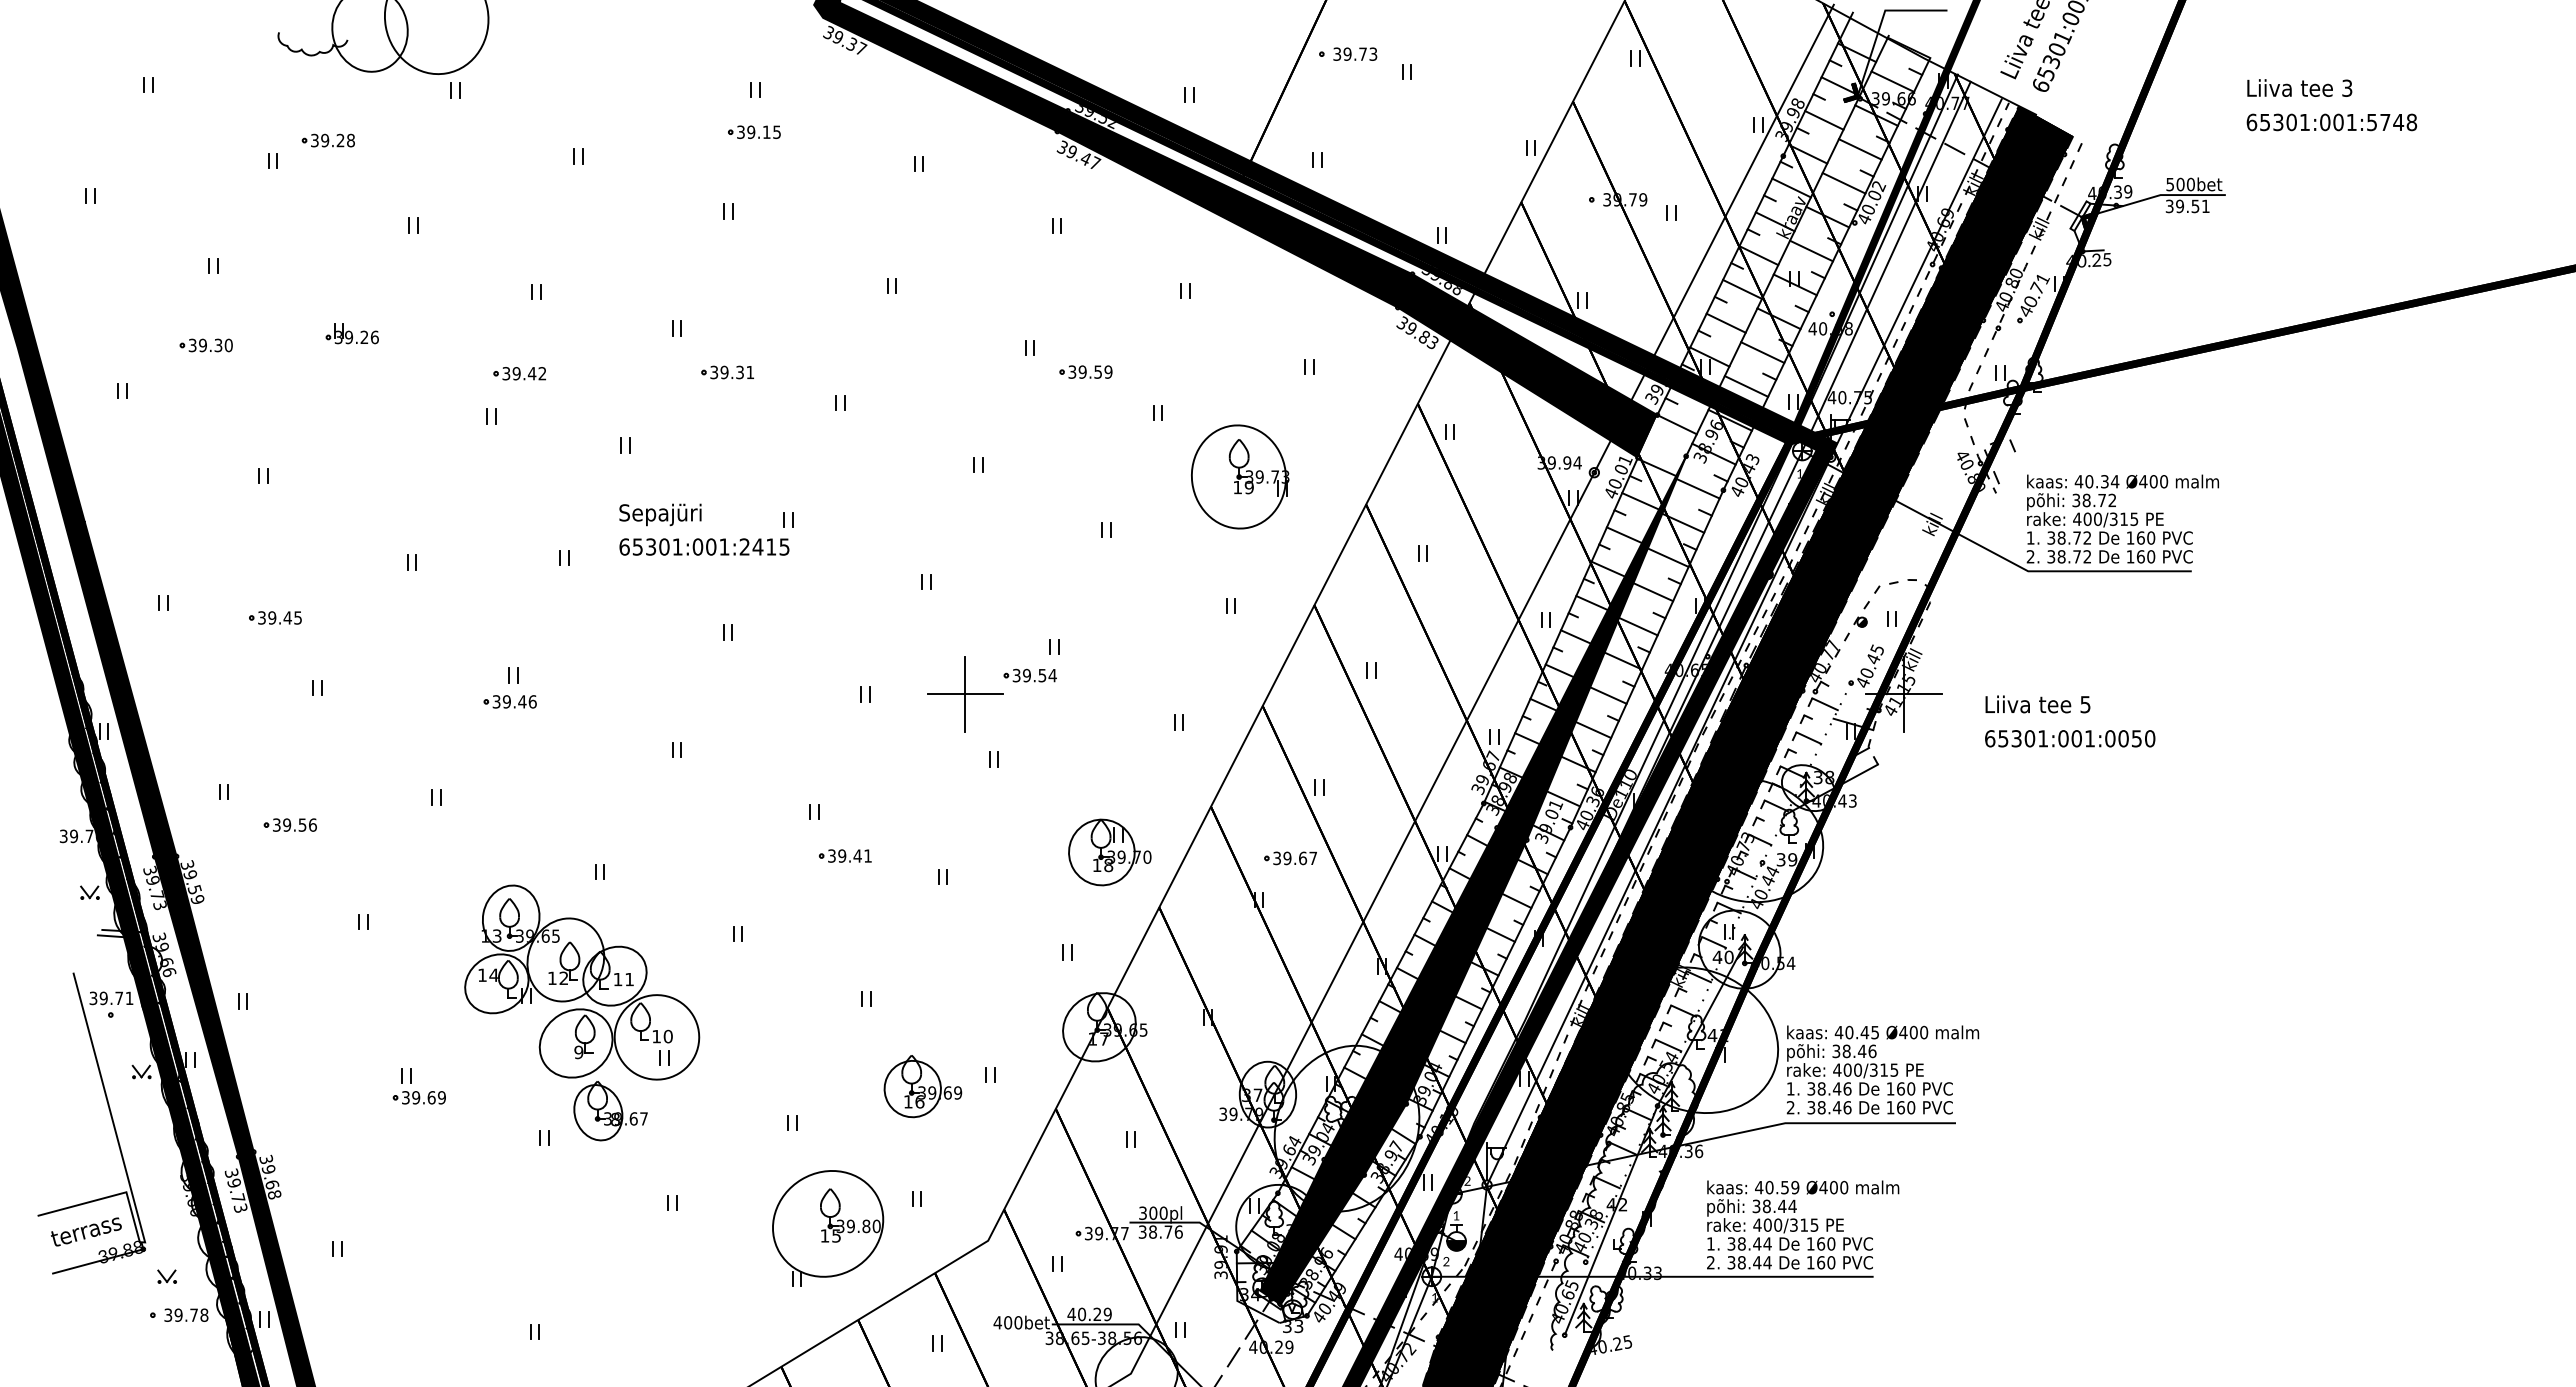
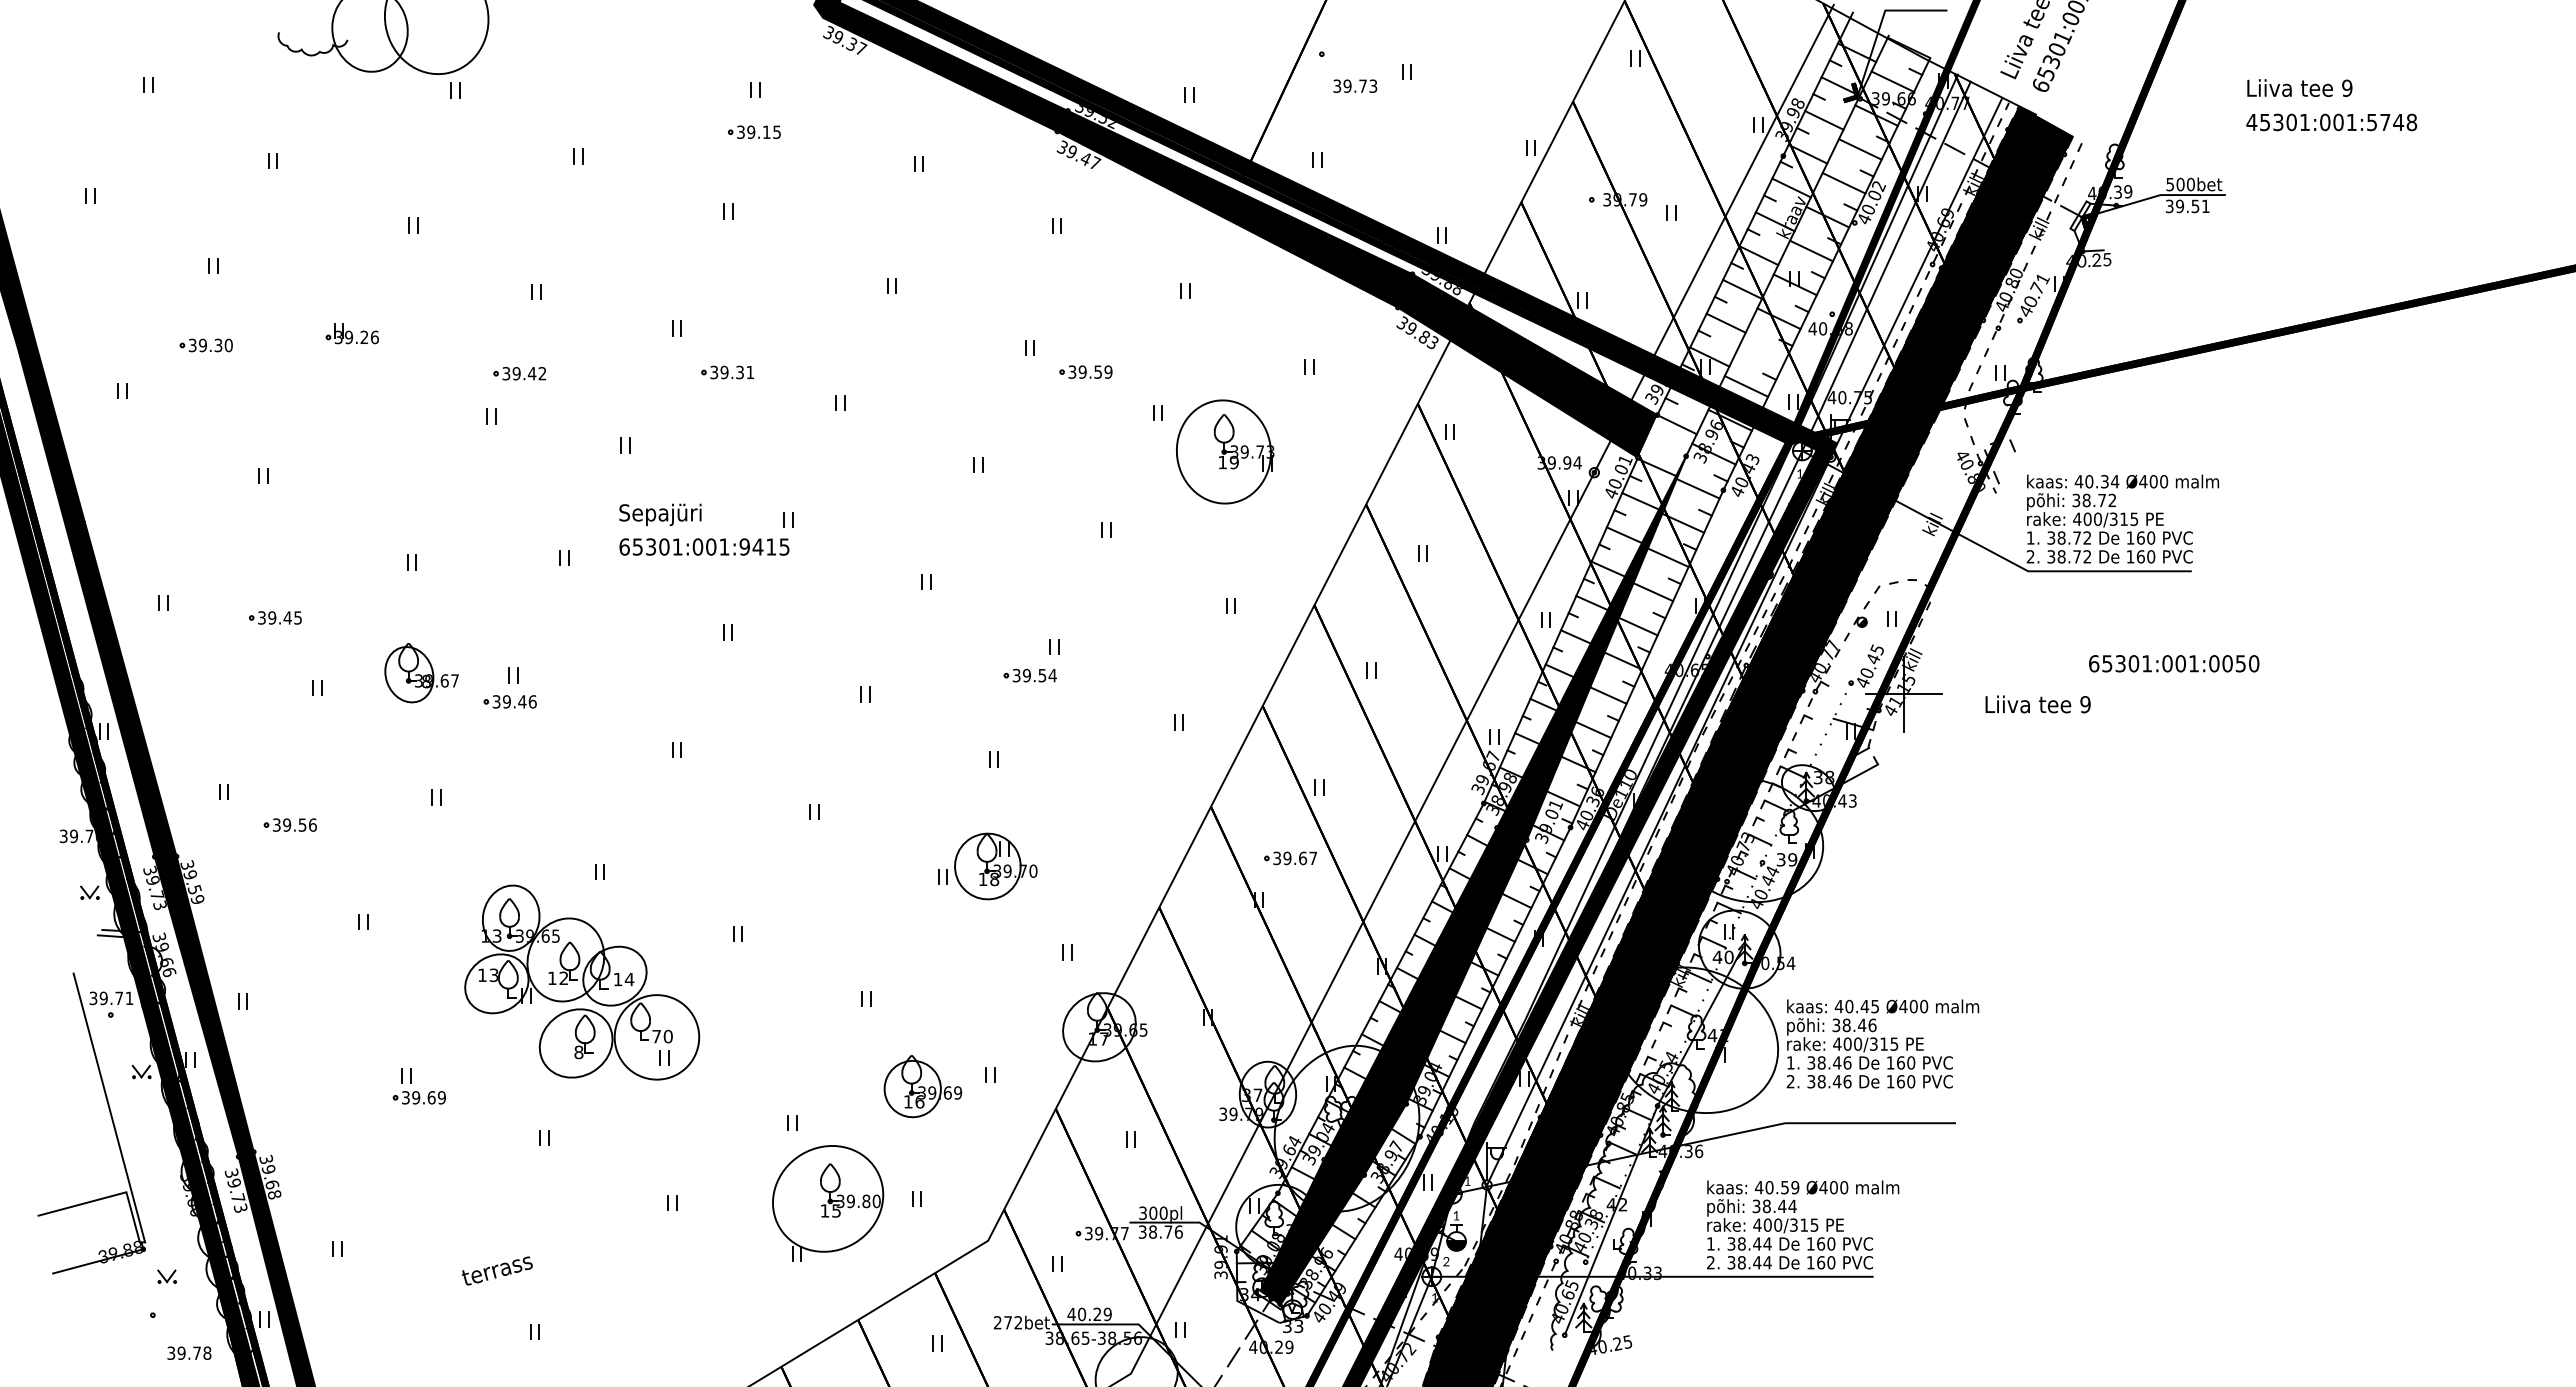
text at (1355, 53) position: (1355, 53) -> (1355, 85)
text at (2347, 87): 3 -> 9
text at (2251, 122): 65301:001:5748 -> 45301:001:5748
part at (327, 140): present -> none
line at (1762, 352): present -> none
part at (1240, 476) position: (1240, 476) -> (1225, 451)
text at (744, 546): 65301:001:2415 -> 65301:001:9415
part at (965, 694): present -> none
line at (1824, 704): present -> none
text at (2085, 704): 5 -> 9
line at (1808, 737): present -> none
text at (2070, 738) position: (2070, 738) -> (2174, 663)
part at (1109, 852) position: (1109, 852) -> (995, 866)
part at (845, 855): present -> none
text at (493, 975): 14 -> 13
text at (629, 979): 11 -> 14
text at (656, 1036): 10 -> 70
line at (1668, 1045): present -> none
text at (578, 1052): 9 -> 8
text at (1882, 1069) position: (1882, 1069) -> (1882, 1043)
part at (610, 1111) position: (610, 1111) -> (421, 673)
text at (1467, 1180): 2 -> 1
part at (828, 1228) position: (828, 1228) -> (828, 1203)
text at (86, 1231) position: (86, 1231) -> (497, 1270)
text at (186, 1314) position: (186, 1314) -> (189, 1352)
text at (1007, 1322): 400bet -> 272bet
